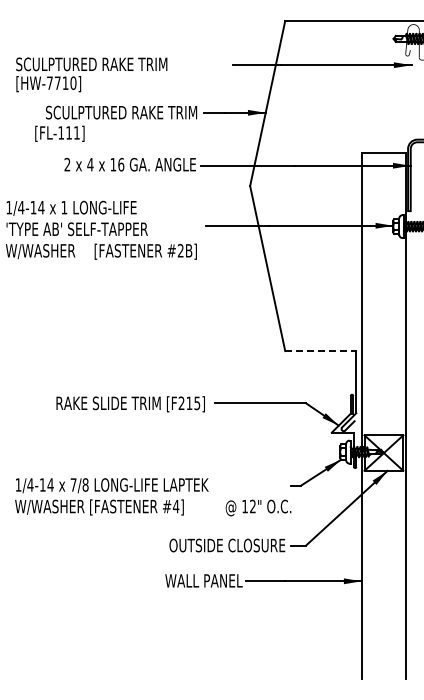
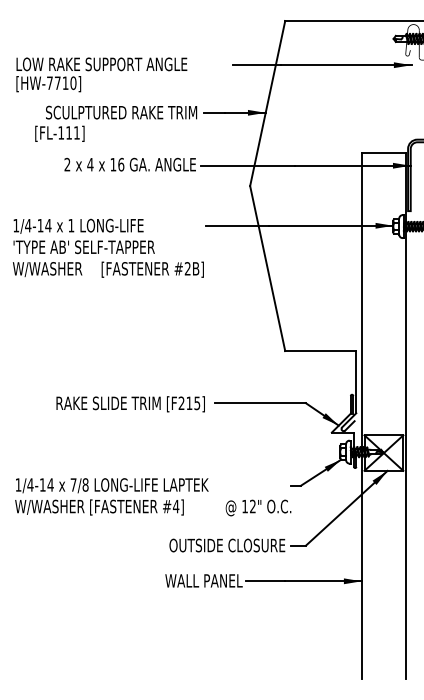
text at (101, 64): SCULPTURED RAKE TRIM -> LOW RAKE SUPPORT ANGLE
text at (101, 229) position: (101, 229) -> (108, 247)
line at (320, 351): dashed -> solid
